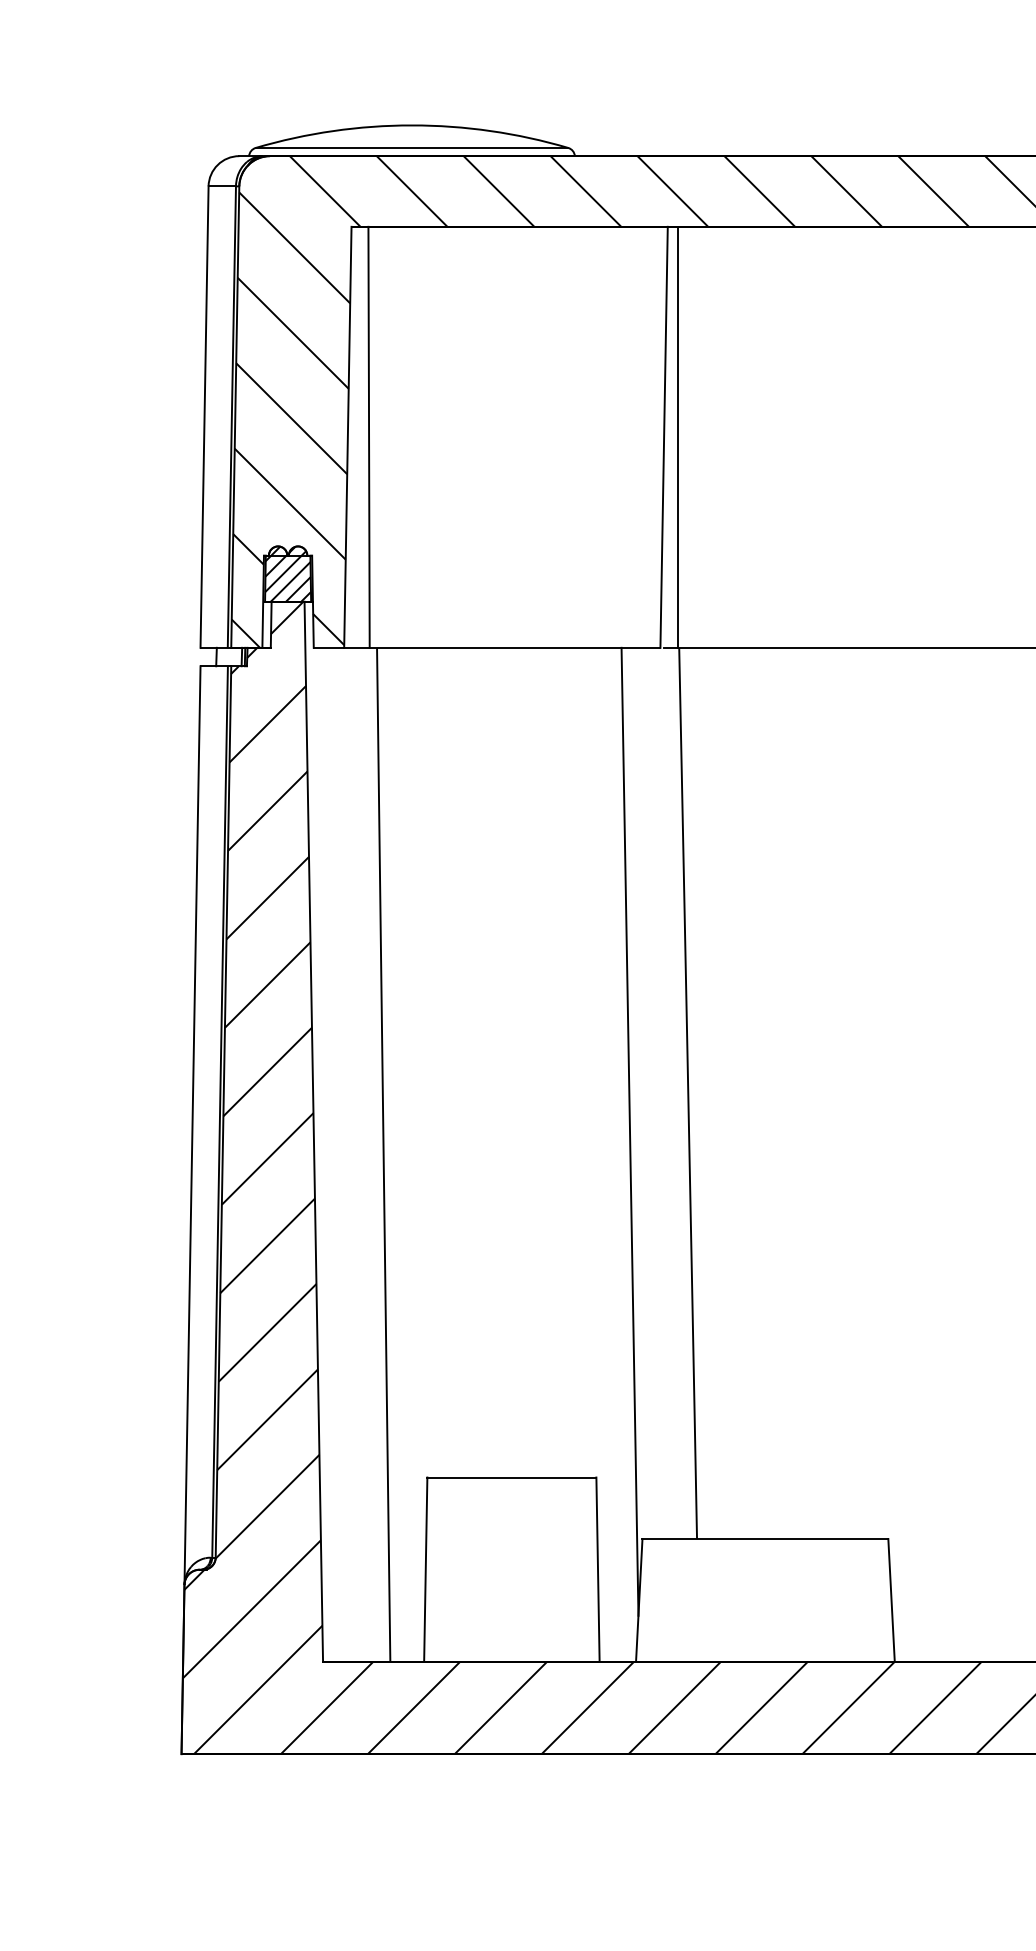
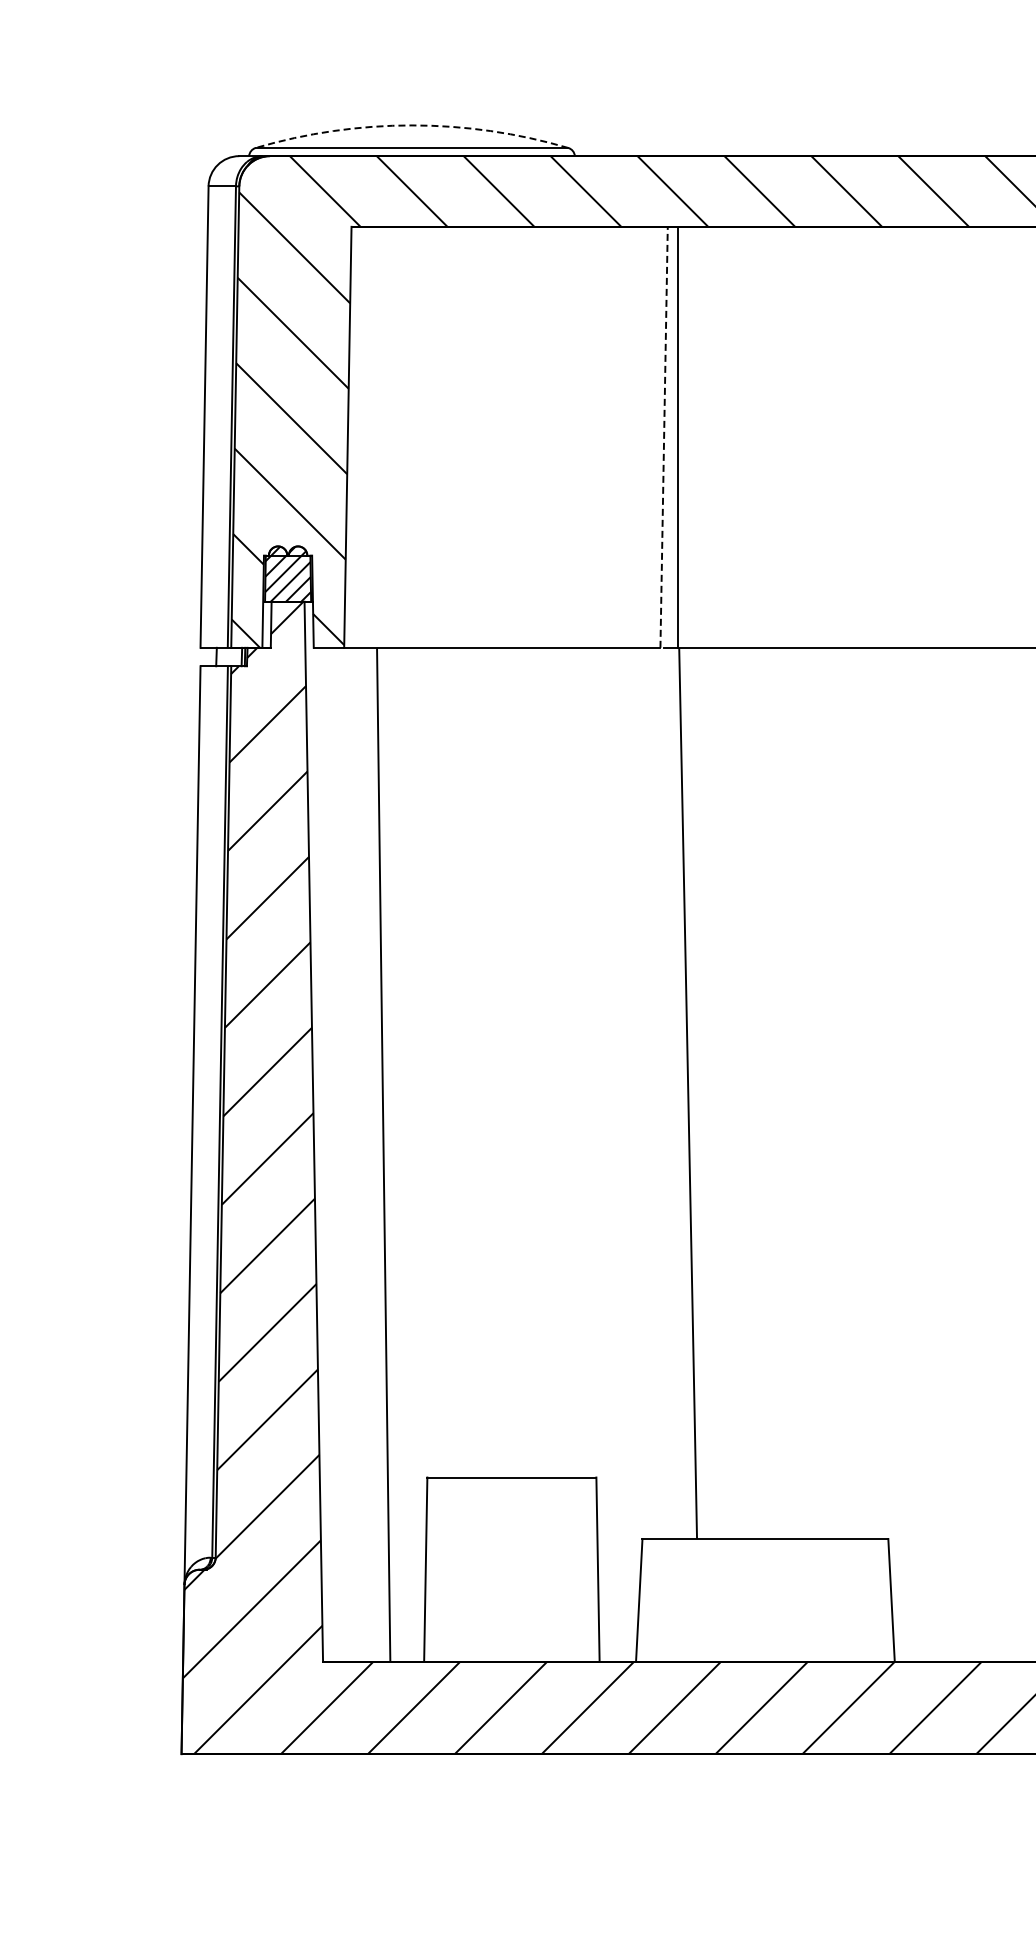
arc at (412, 125): solid -> dashed
line at (368, 436): present -> none
line at (664, 437): solid -> dashed
line at (629, 1131): present -> none
